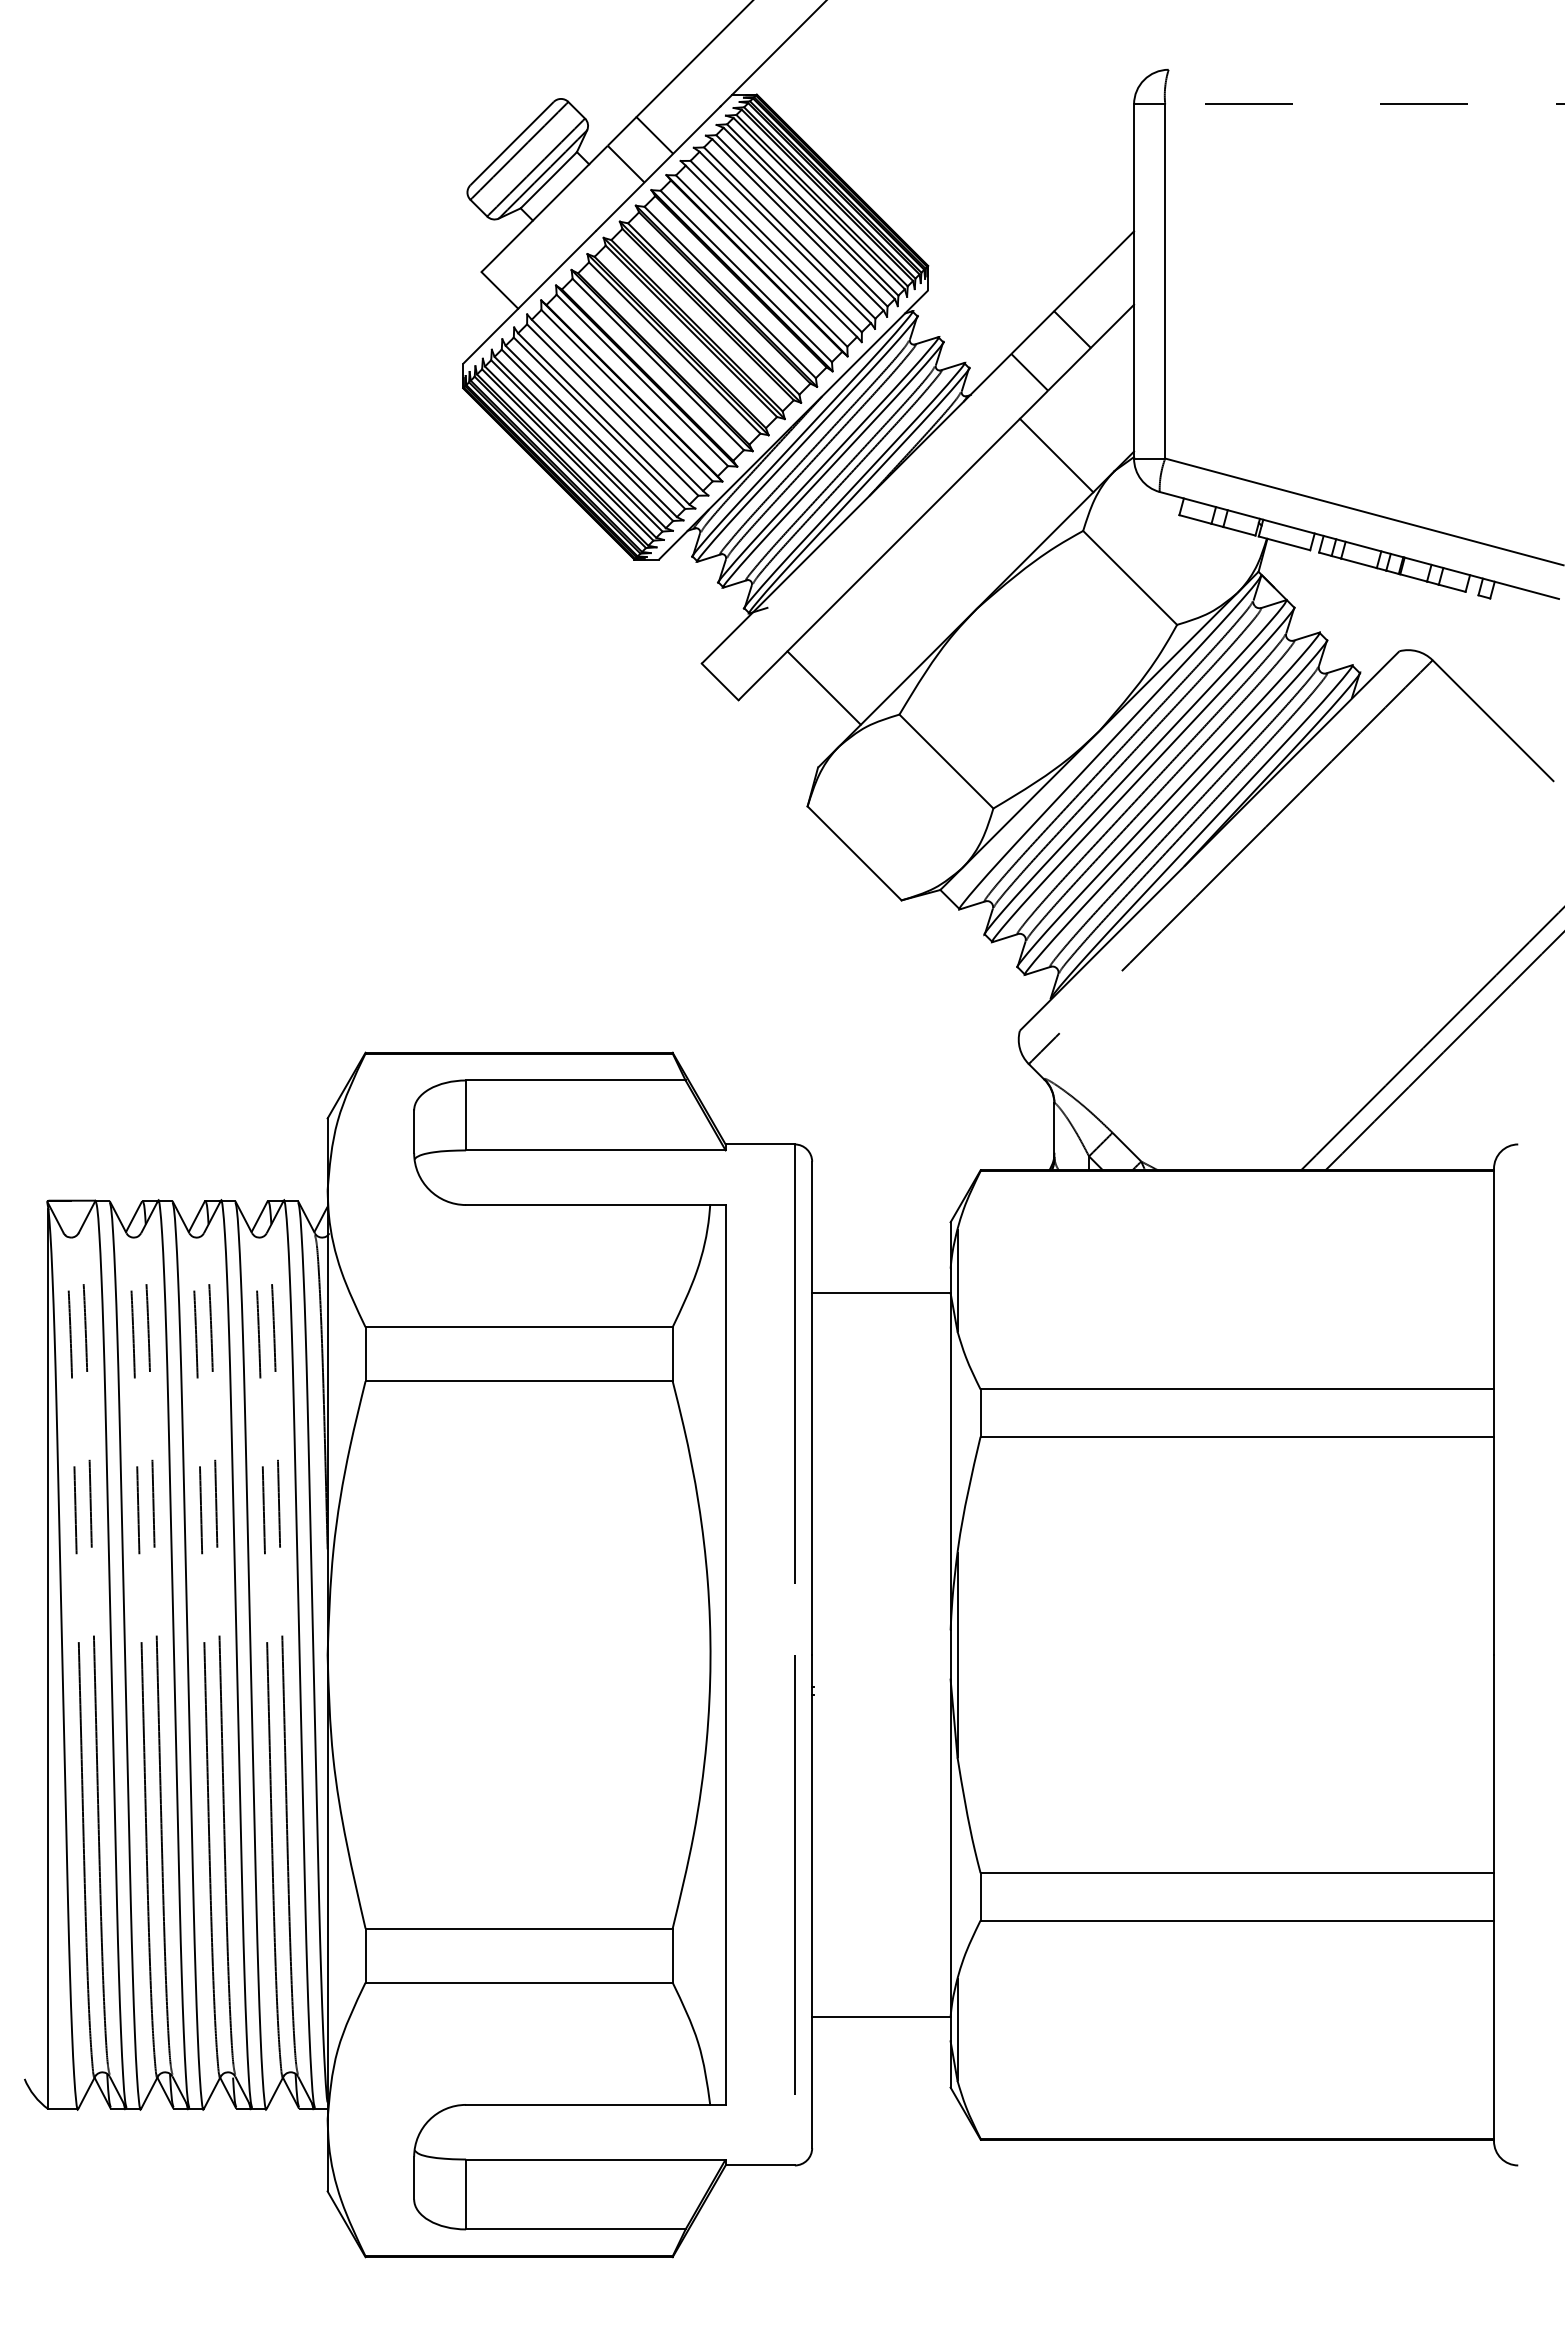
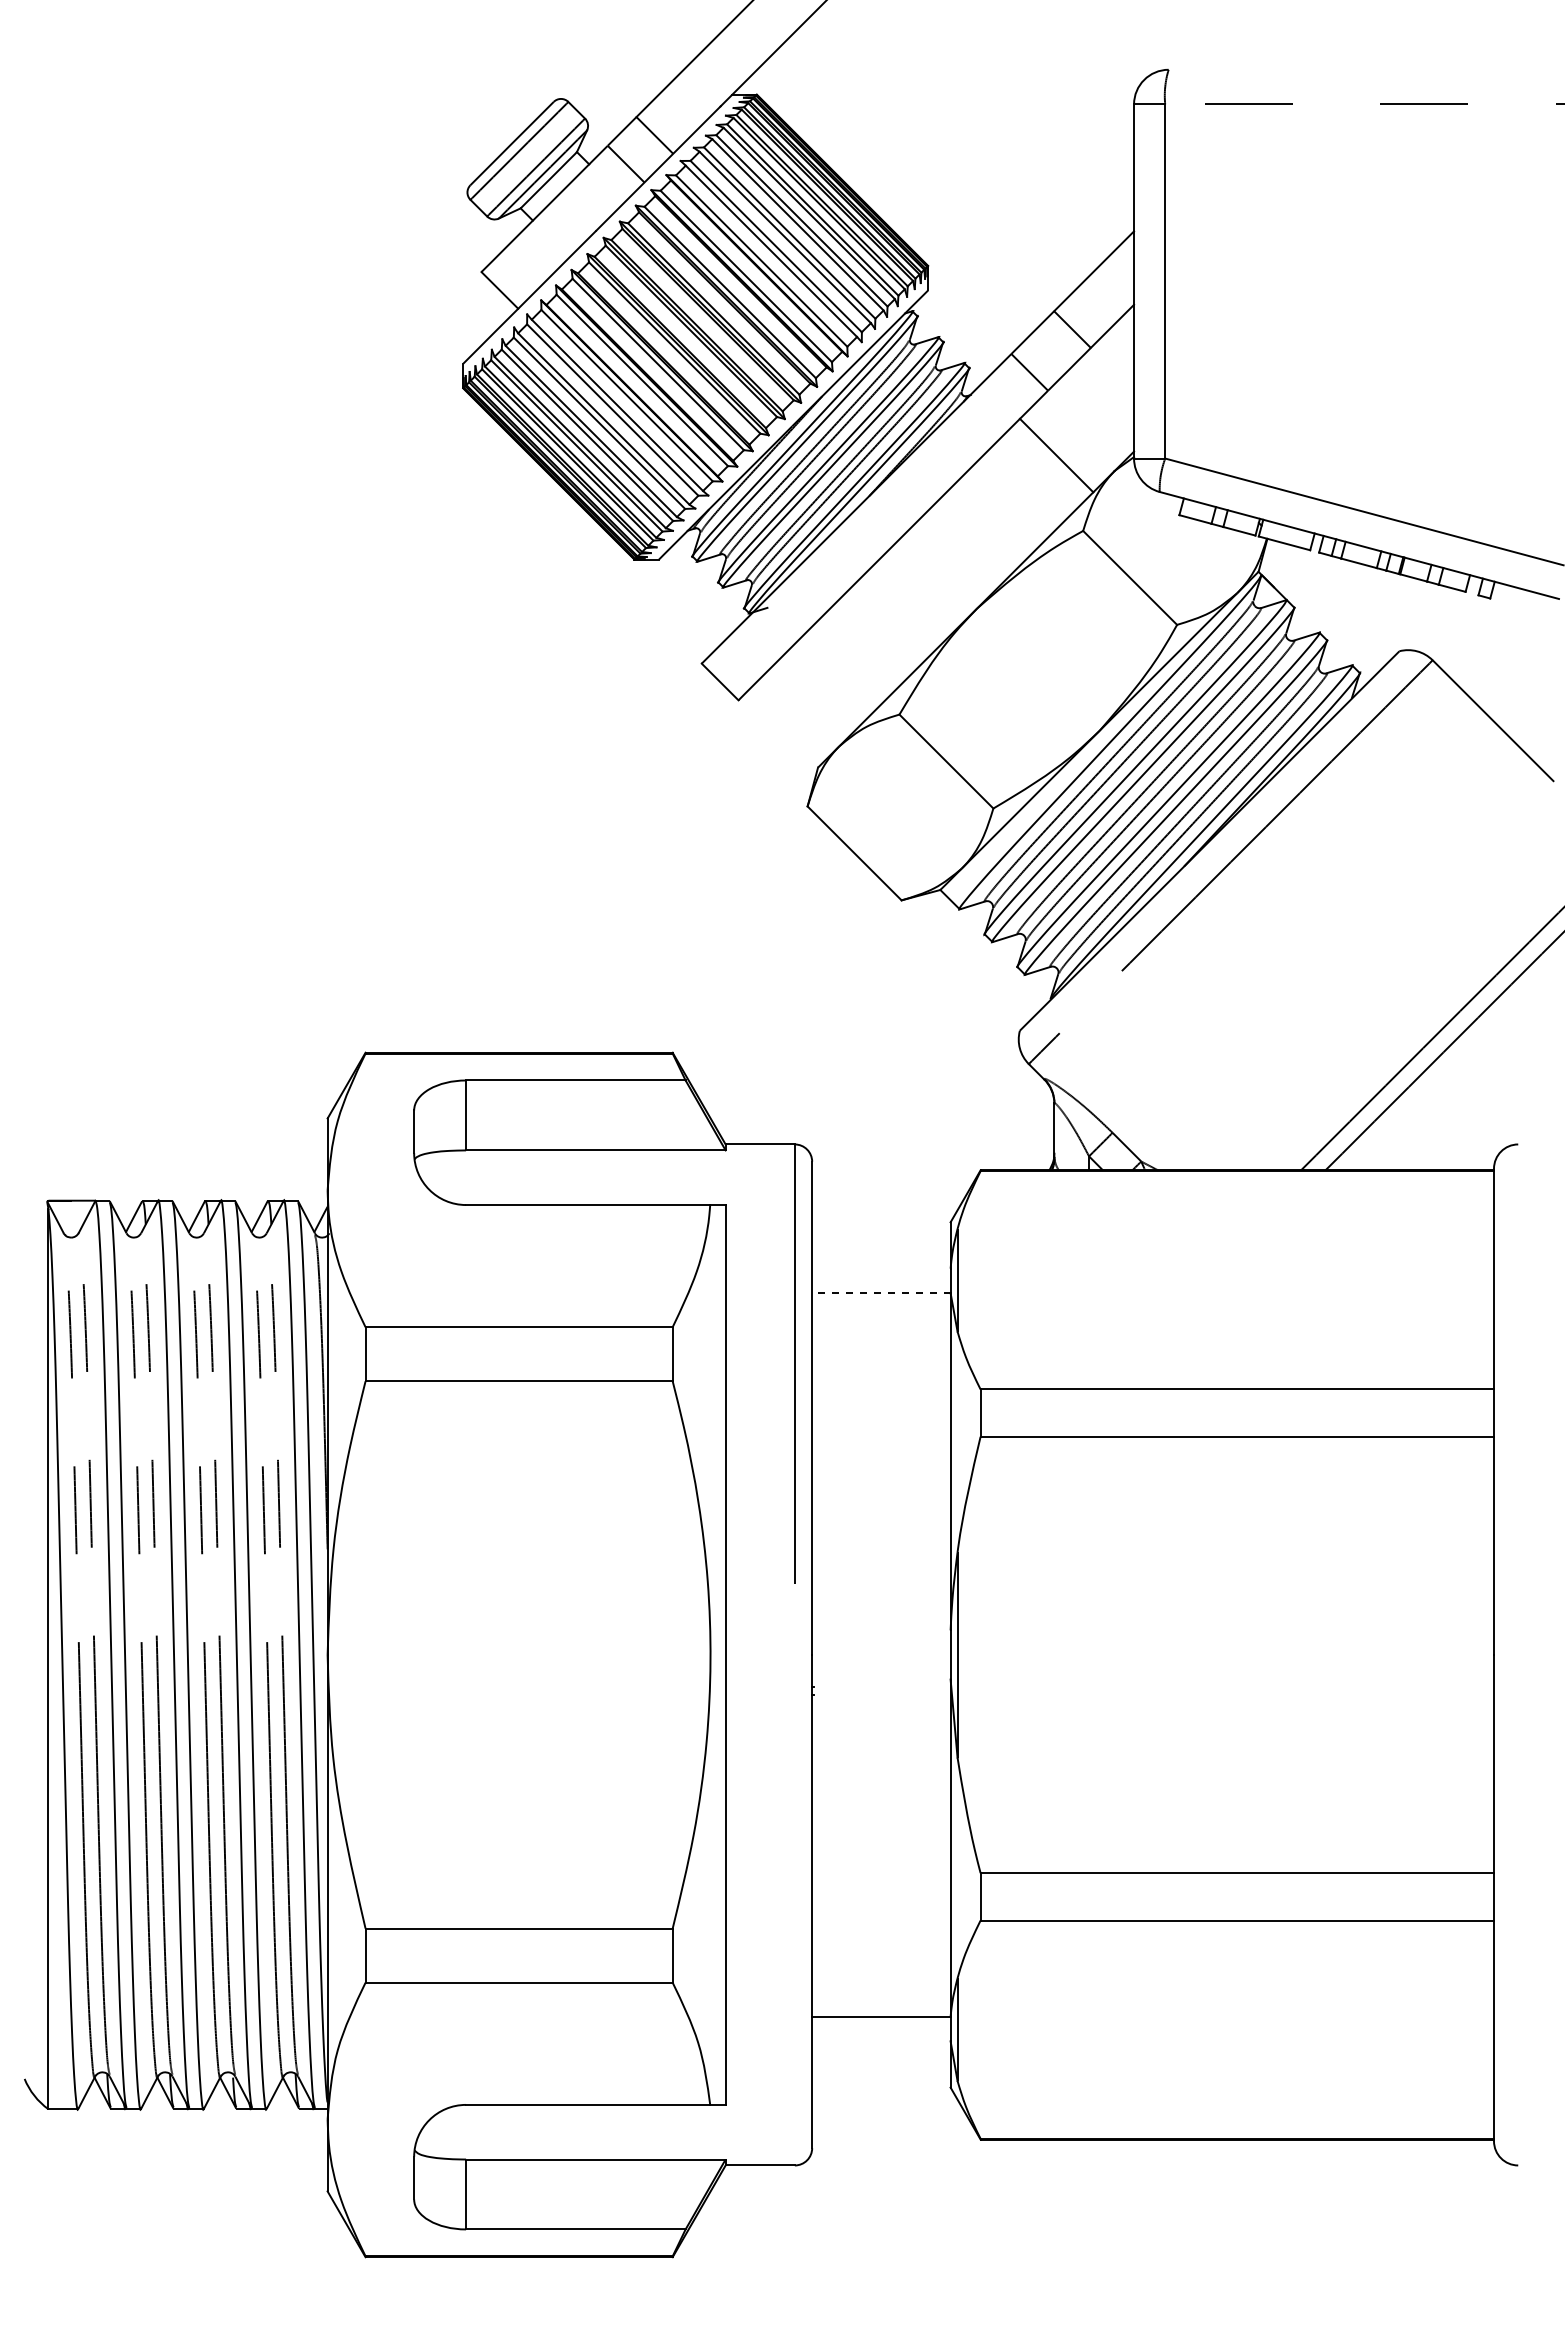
line at (823, 687): present -> none
line at (880, 1293): solid -> dashed
line at (794, 1874): present -> none
